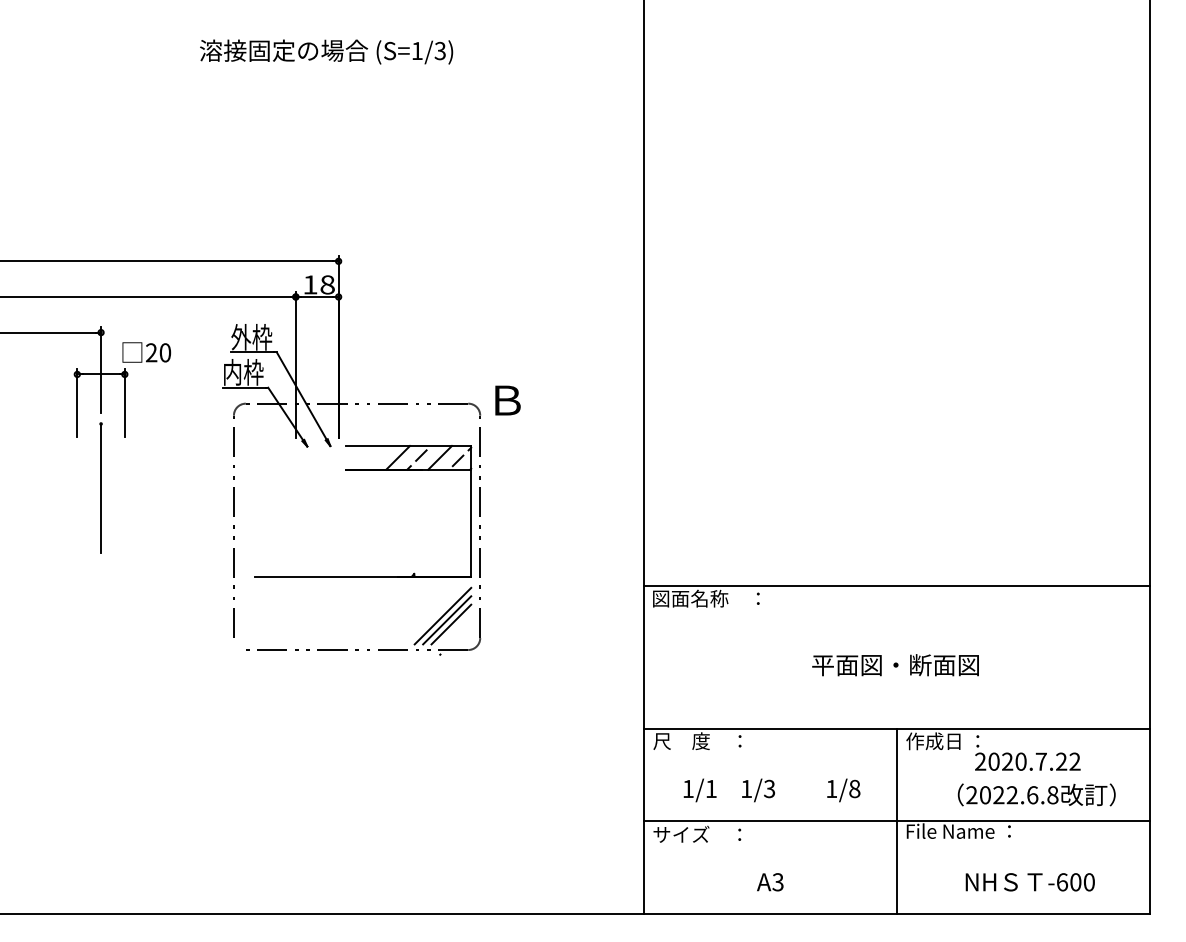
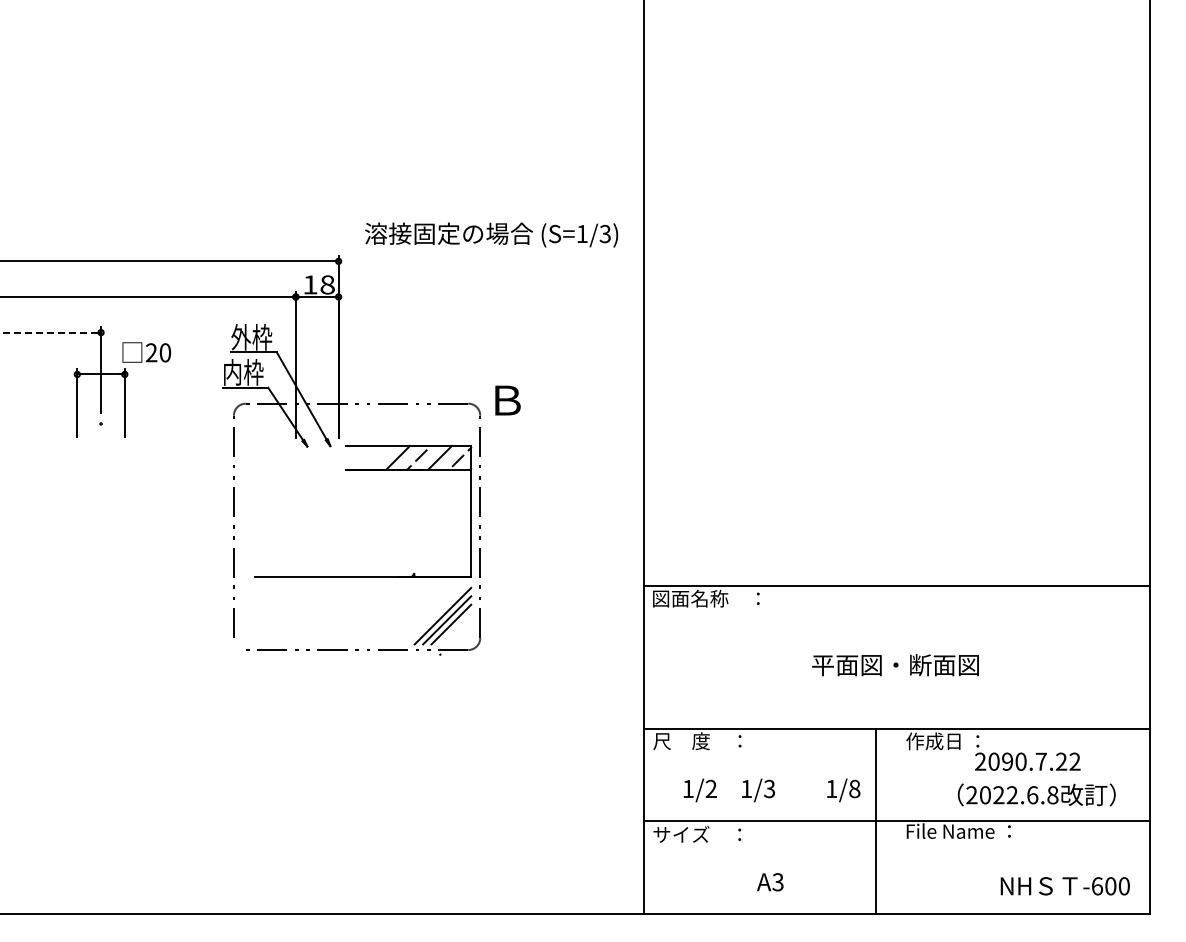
text at (326, 51) position: (326, 51) -> (491, 234)
line at (48, 332): solid -> dashed
line at (101, 488): present -> none
text at (1007, 761): 2020.7.22 -> 2090.7.22
text at (710, 788): 1/1 -> 1/2
line at (897, 820) position: (897, 820) -> (876, 820)
text at (1029, 882) position: (1029, 882) -> (1064, 886)
